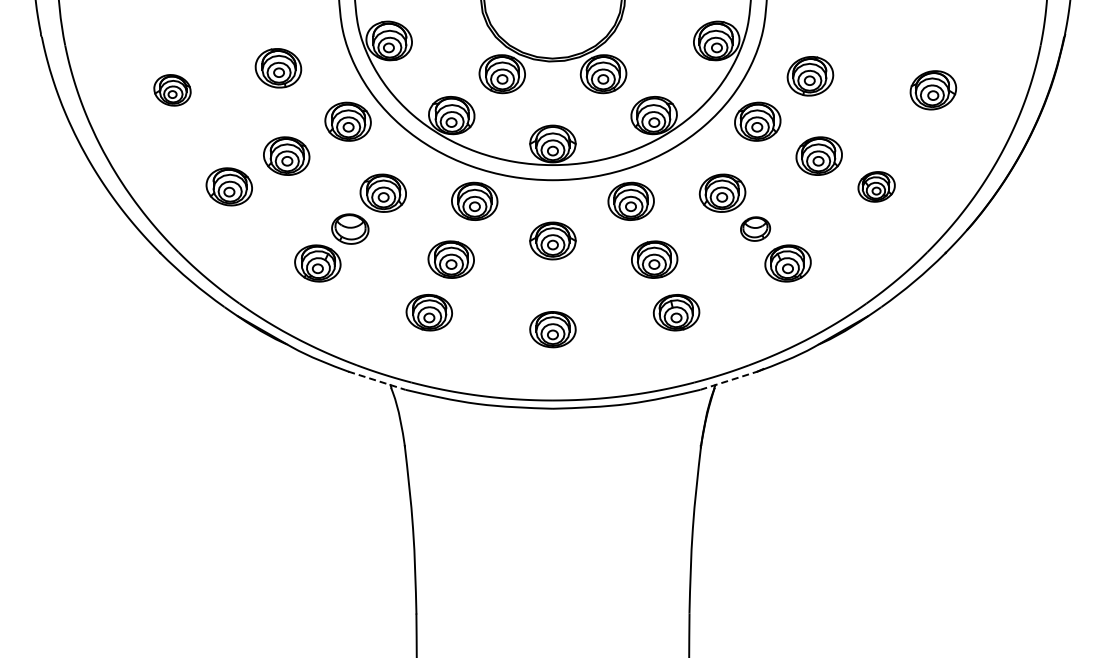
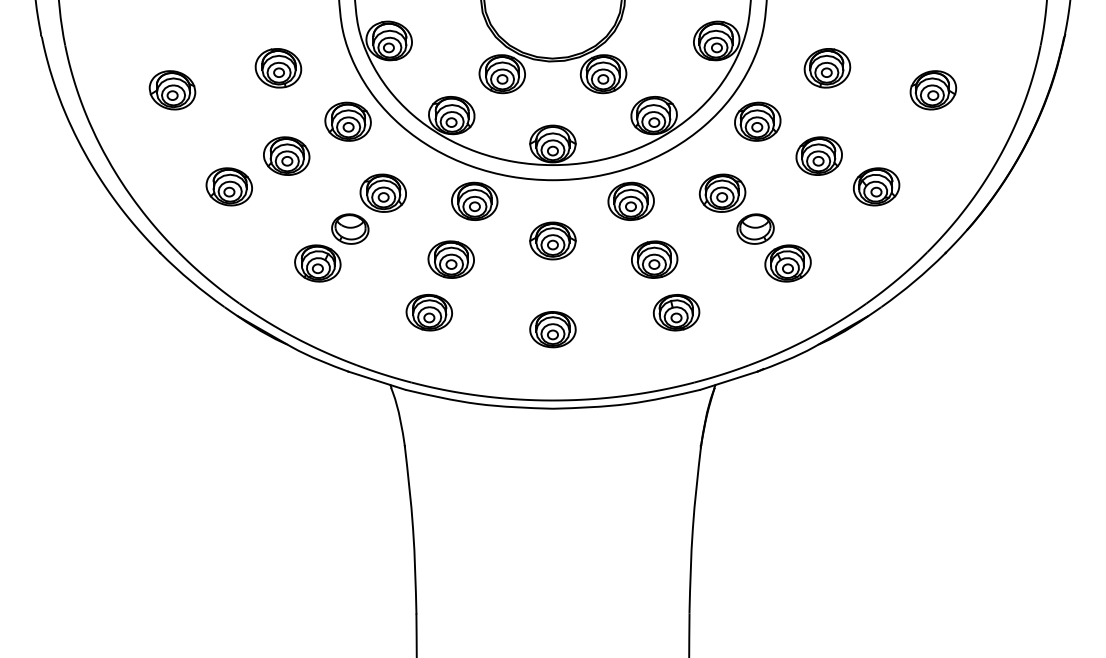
part at (810, 76) position: (810, 76) -> (827, 68)
part at (172, 90) size: 39x33 px -> 49x41 px
part at (876, 186) size: 39x32 px -> 48x40 px
part at (755, 228) size: 32x26 px -> 39x32 px
line at (377, 380): dashed -> solid
line at (729, 380): dashed -> solid
